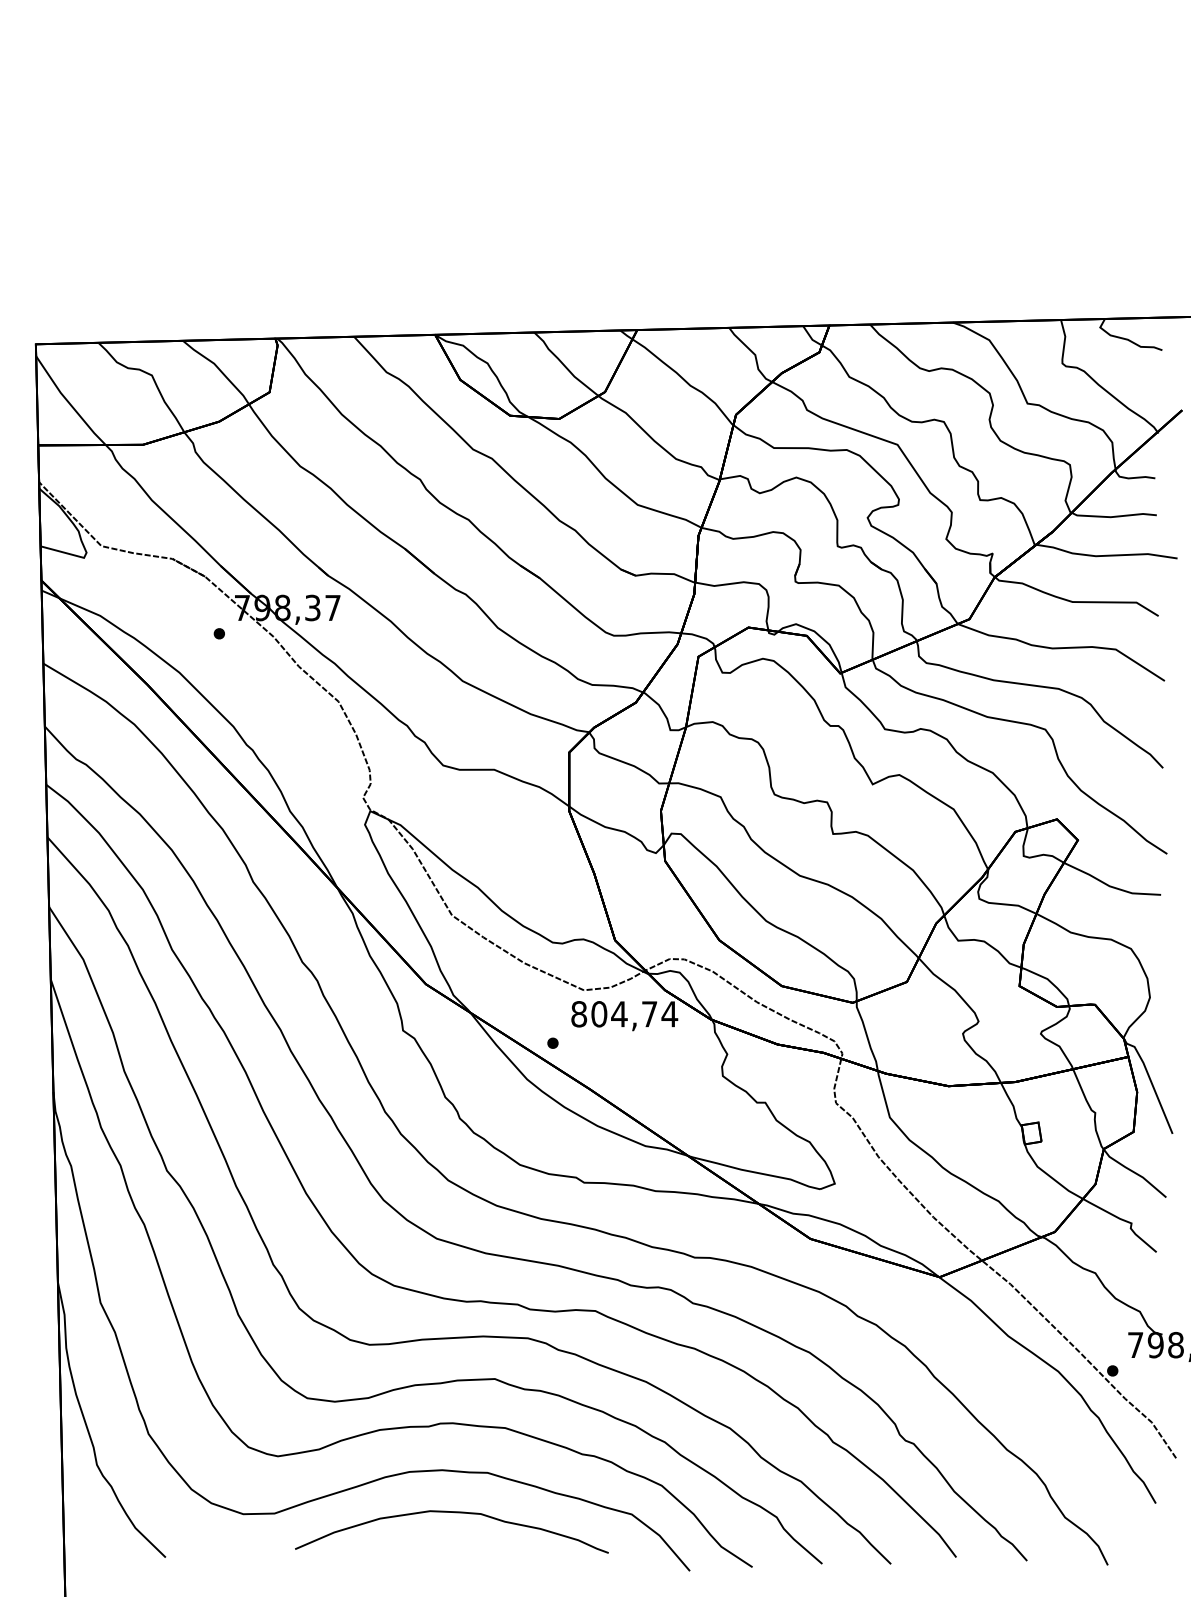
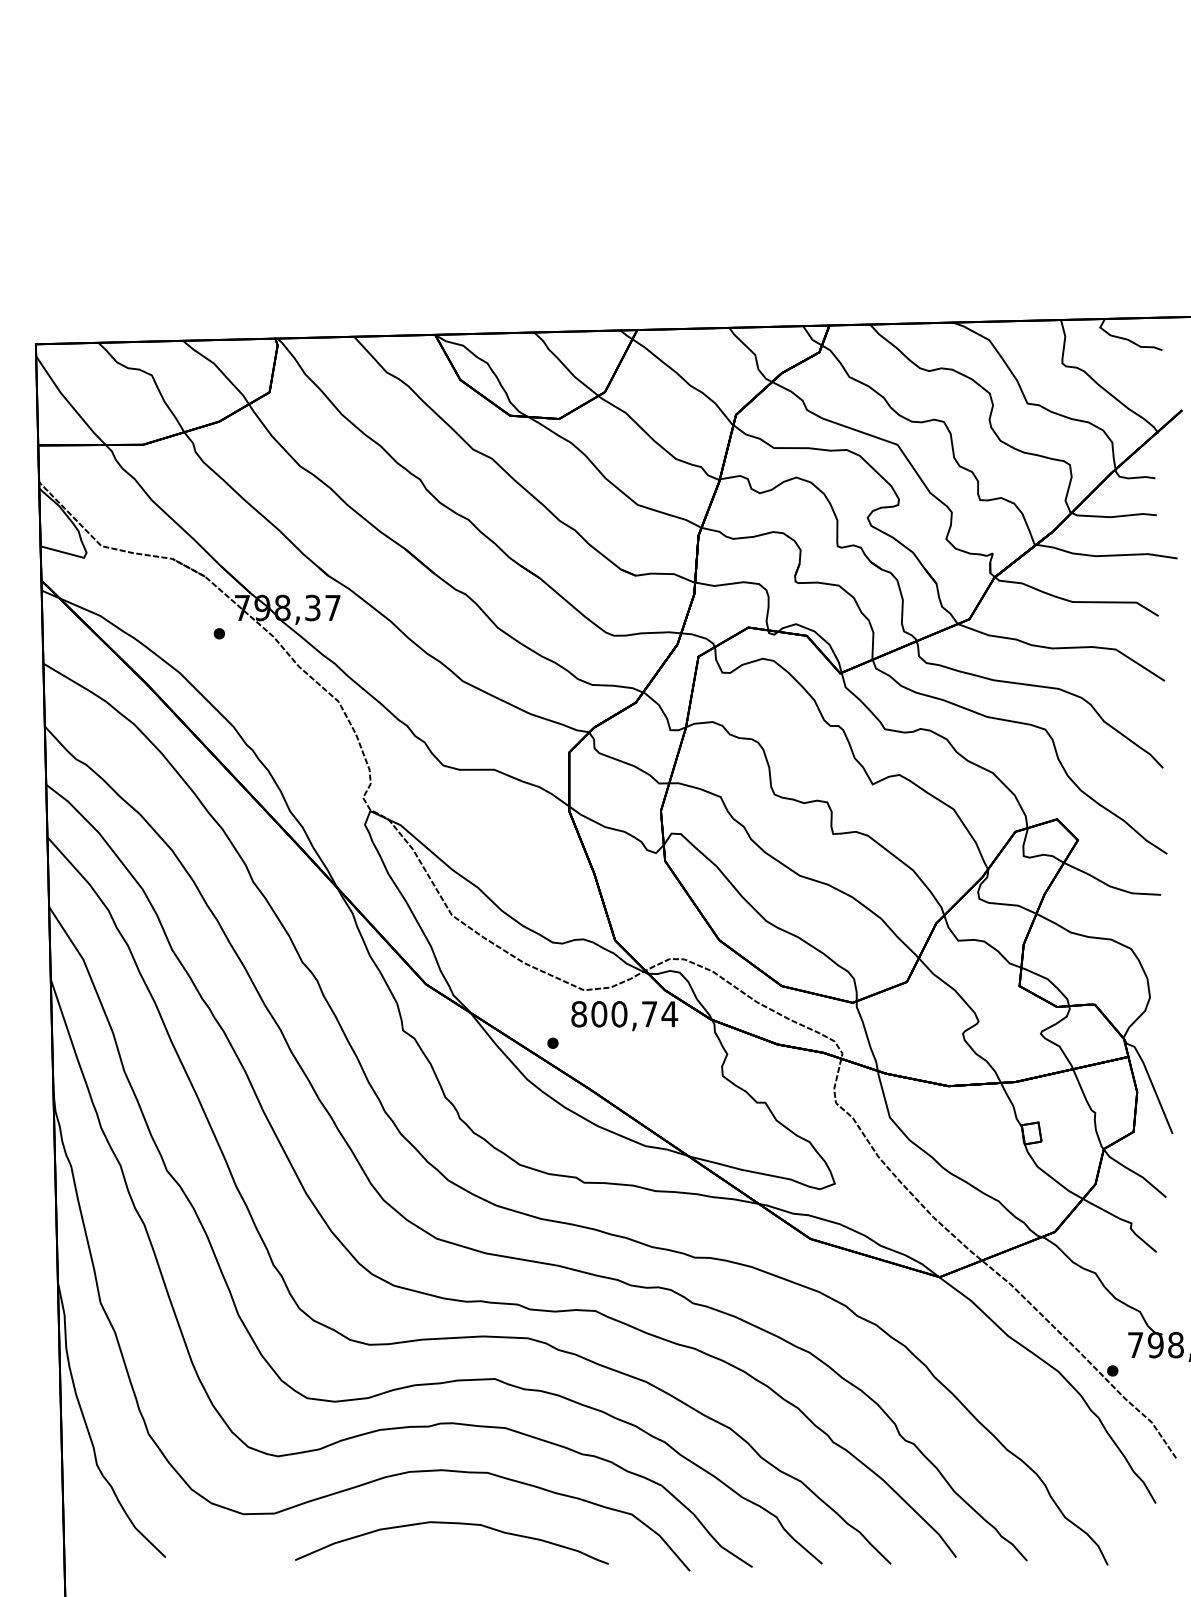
text at (619, 1014): 804,74 -> 800,74
curve at (455, 1513) position: (455, 1513) -> (455, 1524)
